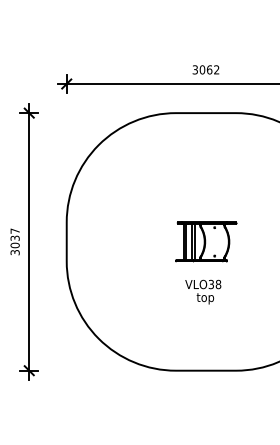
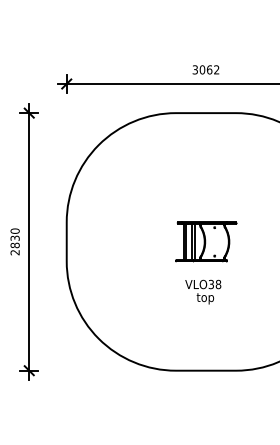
text at (14, 241): 3037 -> 2830
